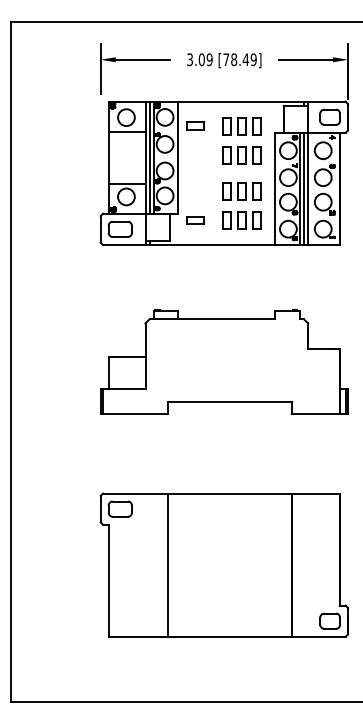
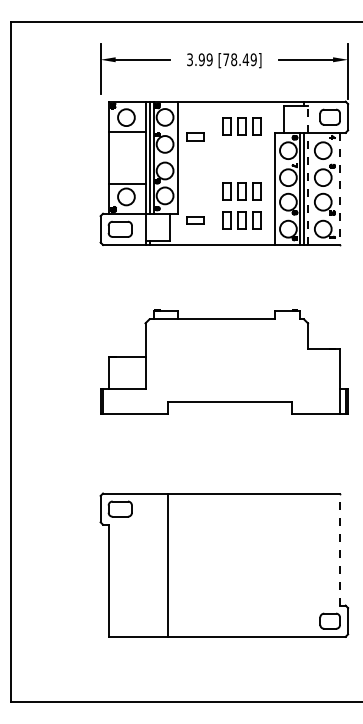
text at (201, 59): 3.09 -> 3.99
part at (195, 125) position: (195, 125) -> (195, 136)
part at (241, 155): present -> none
line at (308, 173): solid -> dashed
line at (340, 189): solid -> dashed
line at (340, 549): solid -> dashed
line at (292, 564): present -> none
